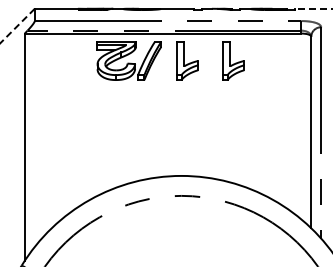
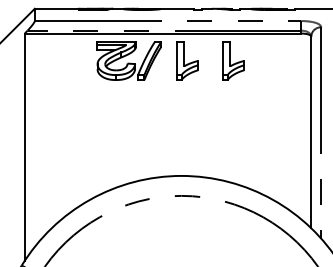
line at (313, 8): dashed -> solid
line at (17, 26): dashed -> solid
